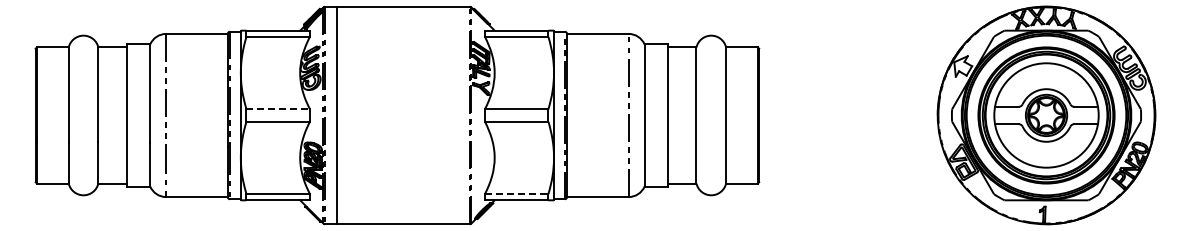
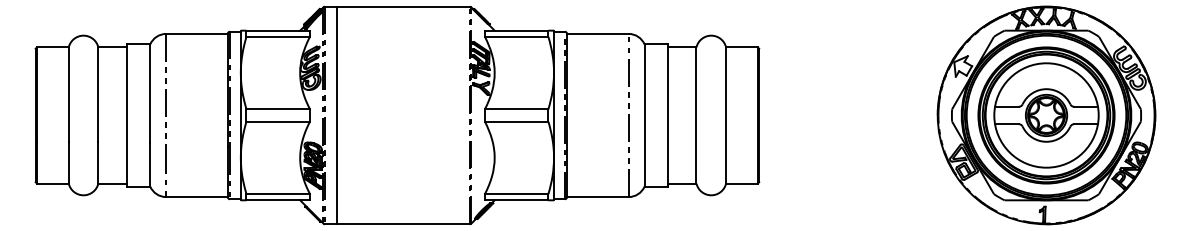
line at (278, 109): dashed -> solid
line at (516, 194): dashed -> solid
